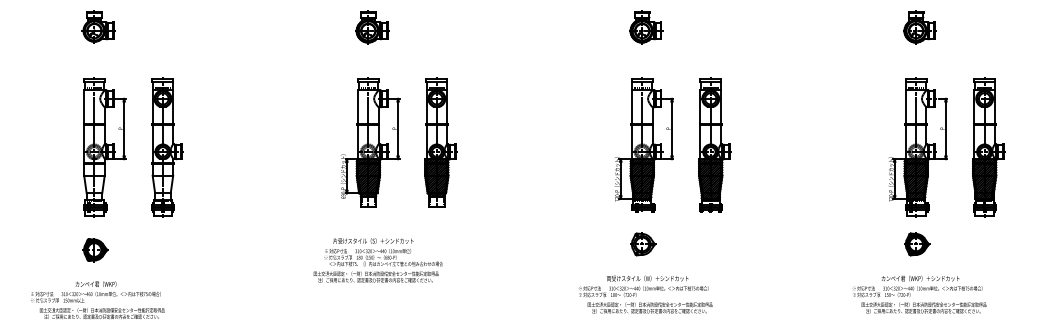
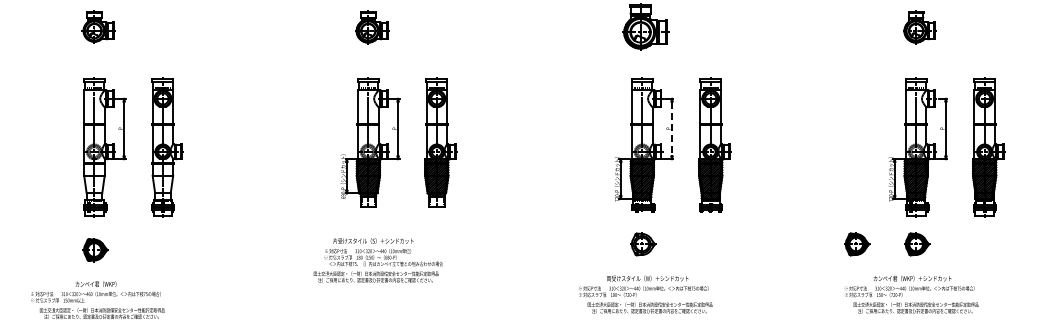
part at (646, 27) size: 35x35 px -> 48x48 px
line at (672, 129): solid -> dashed
part at (857, 244): none -> present
text at (919, 294) position: (919, 294) -> (911, 294)
